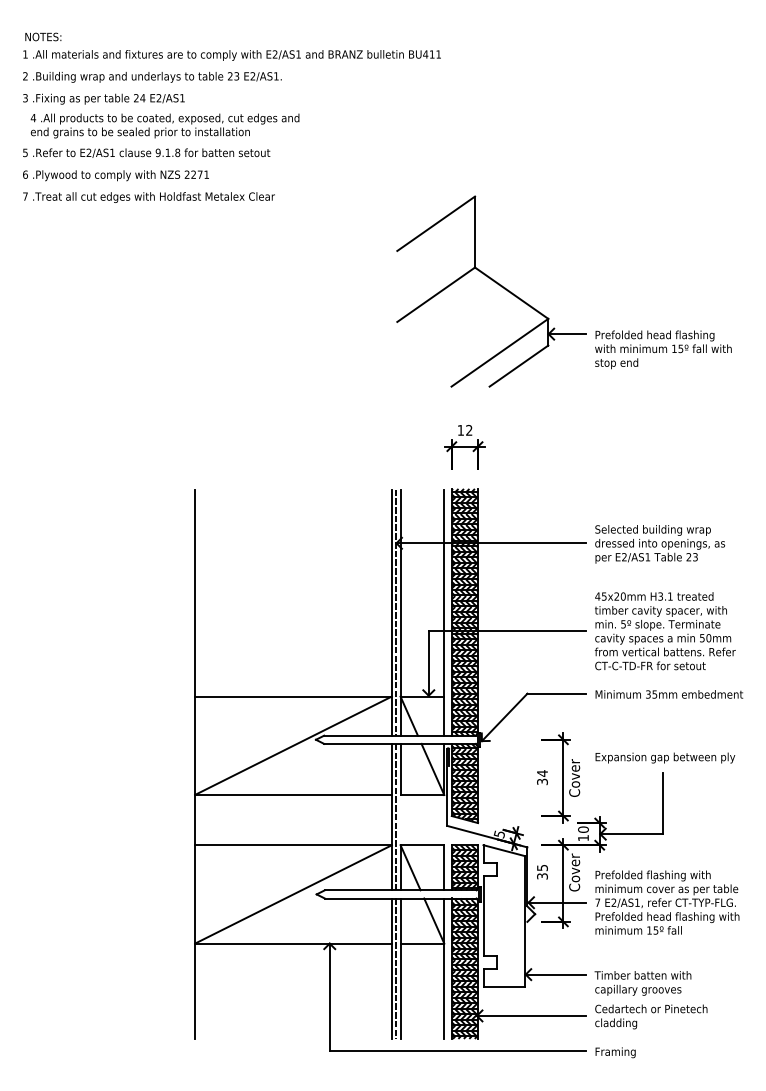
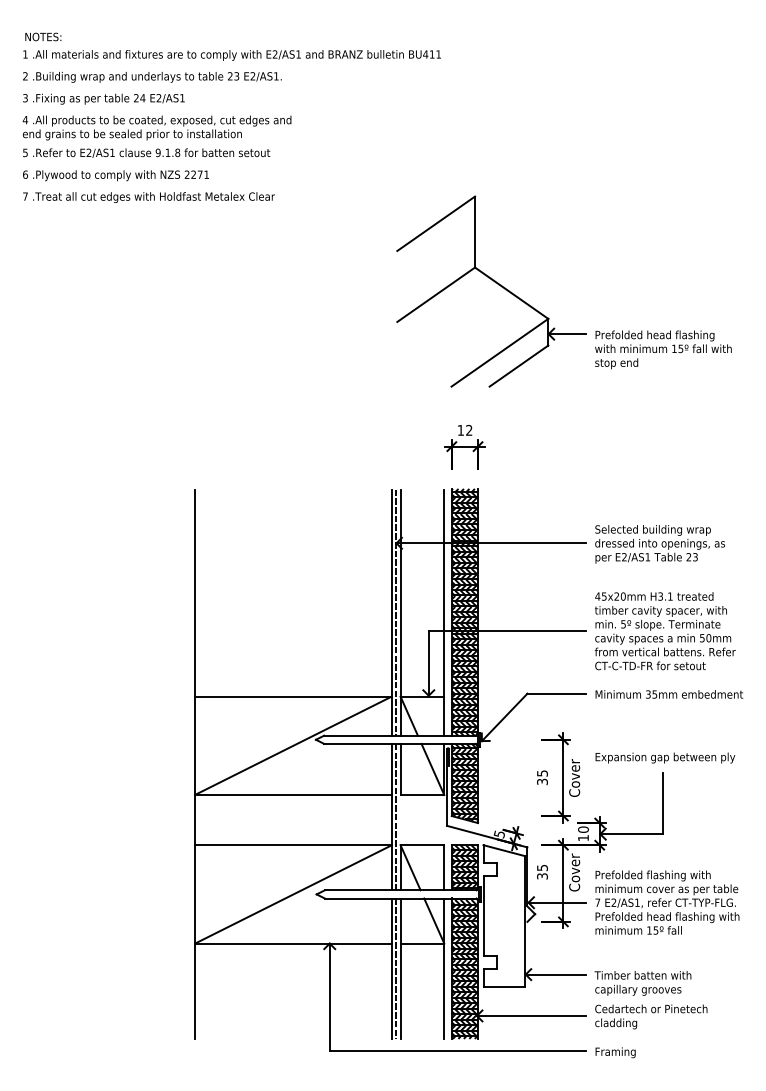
text at (164, 125) position: (164, 125) -> (156, 127)
text at (542, 773): 34 -> 35
